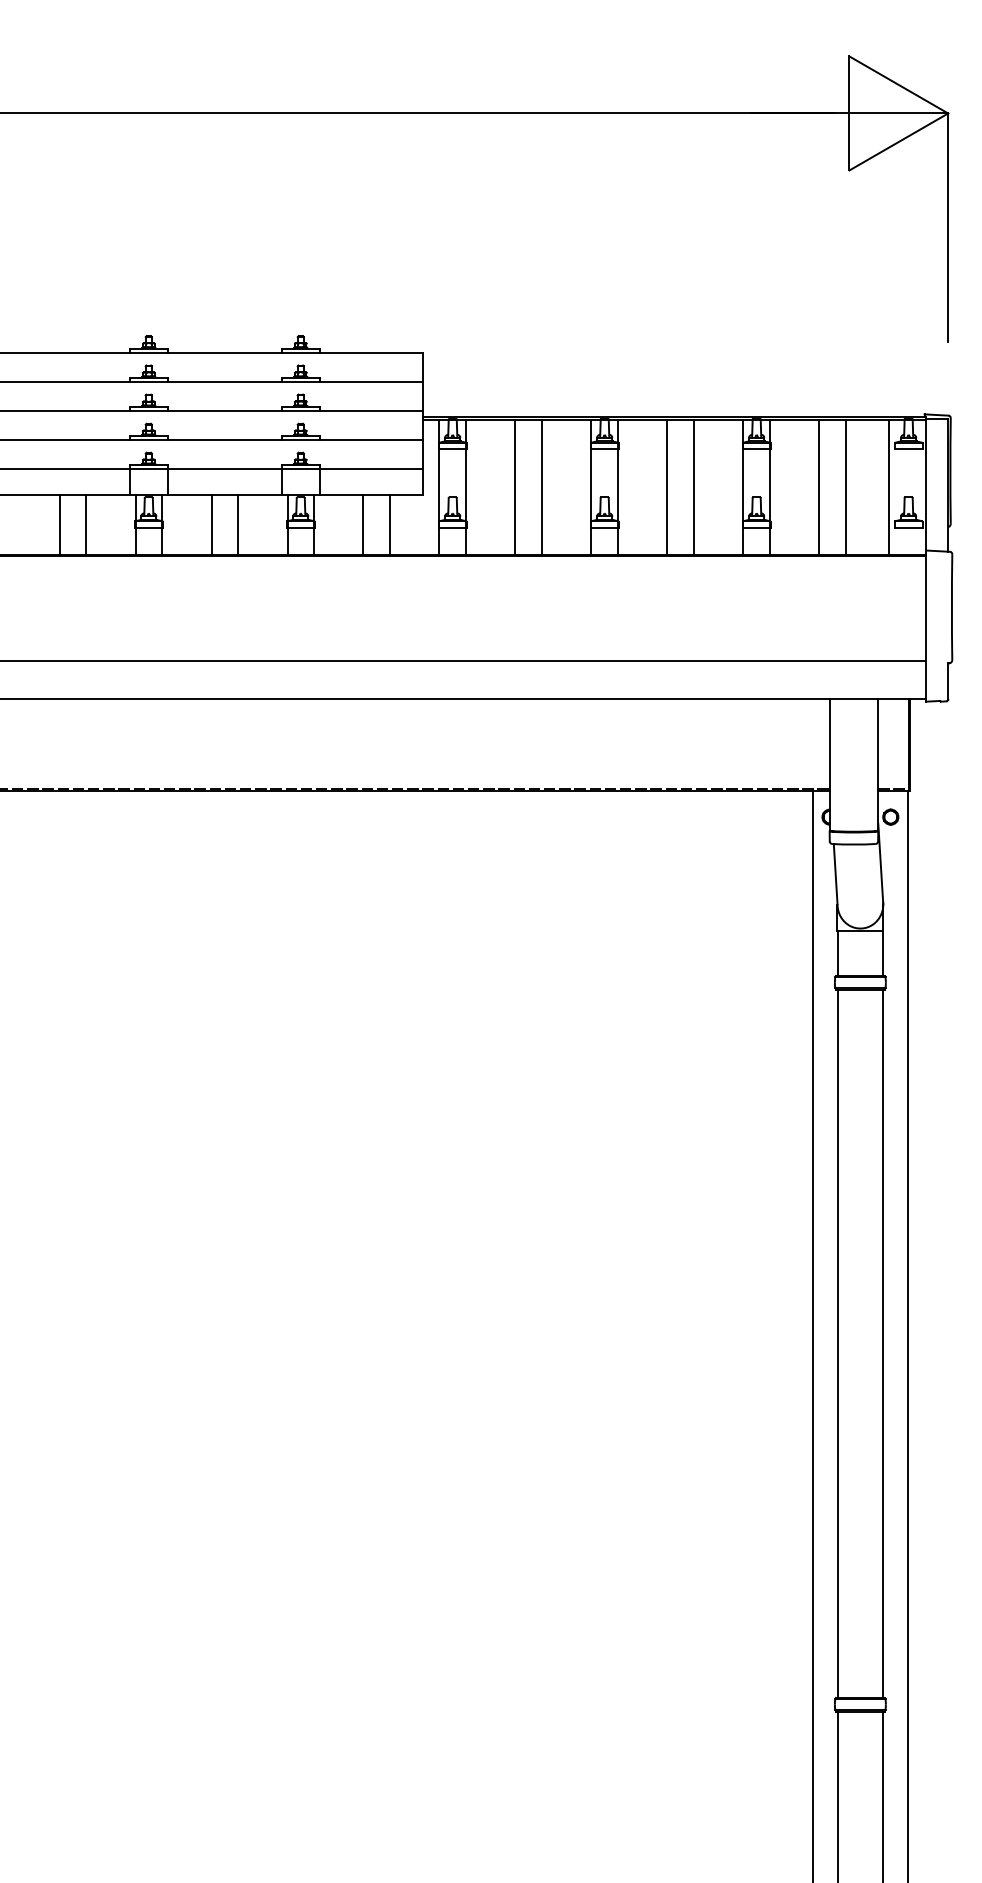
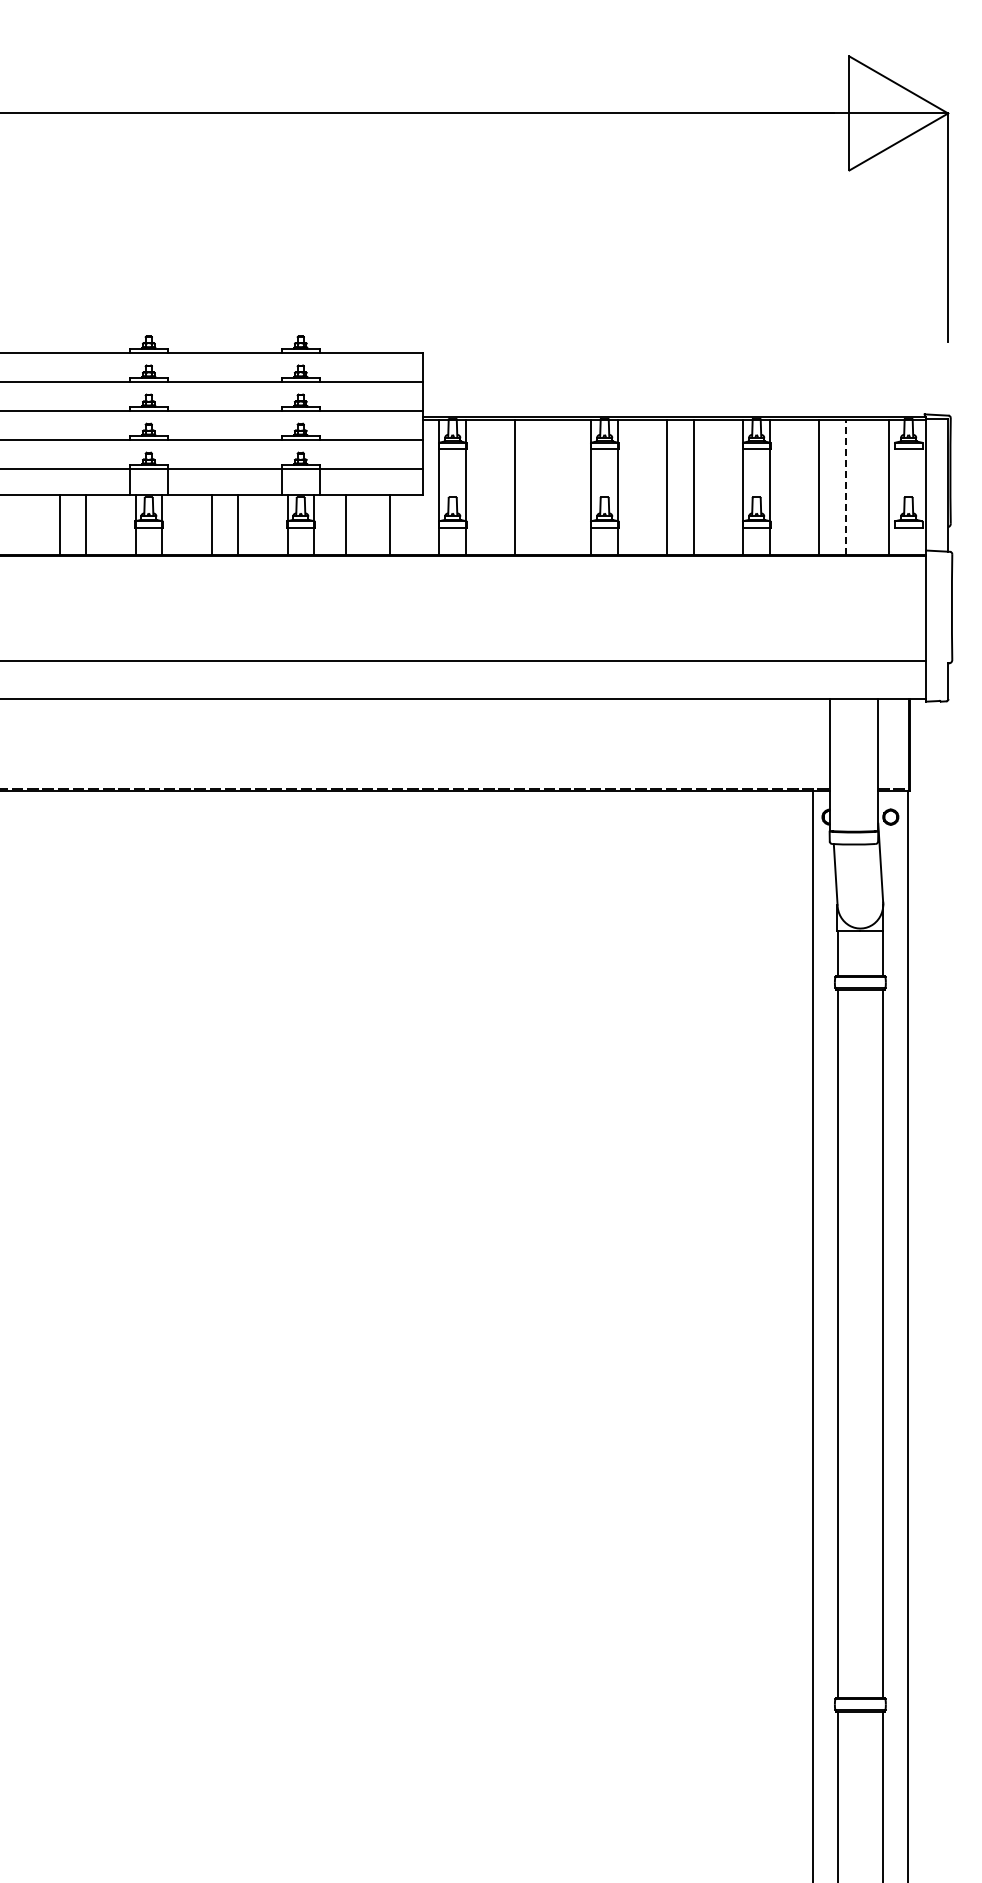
line at (542, 487): present -> none
line at (845, 487): solid -> dashed
line at (363, 525) position: (363, 525) -> (346, 525)
